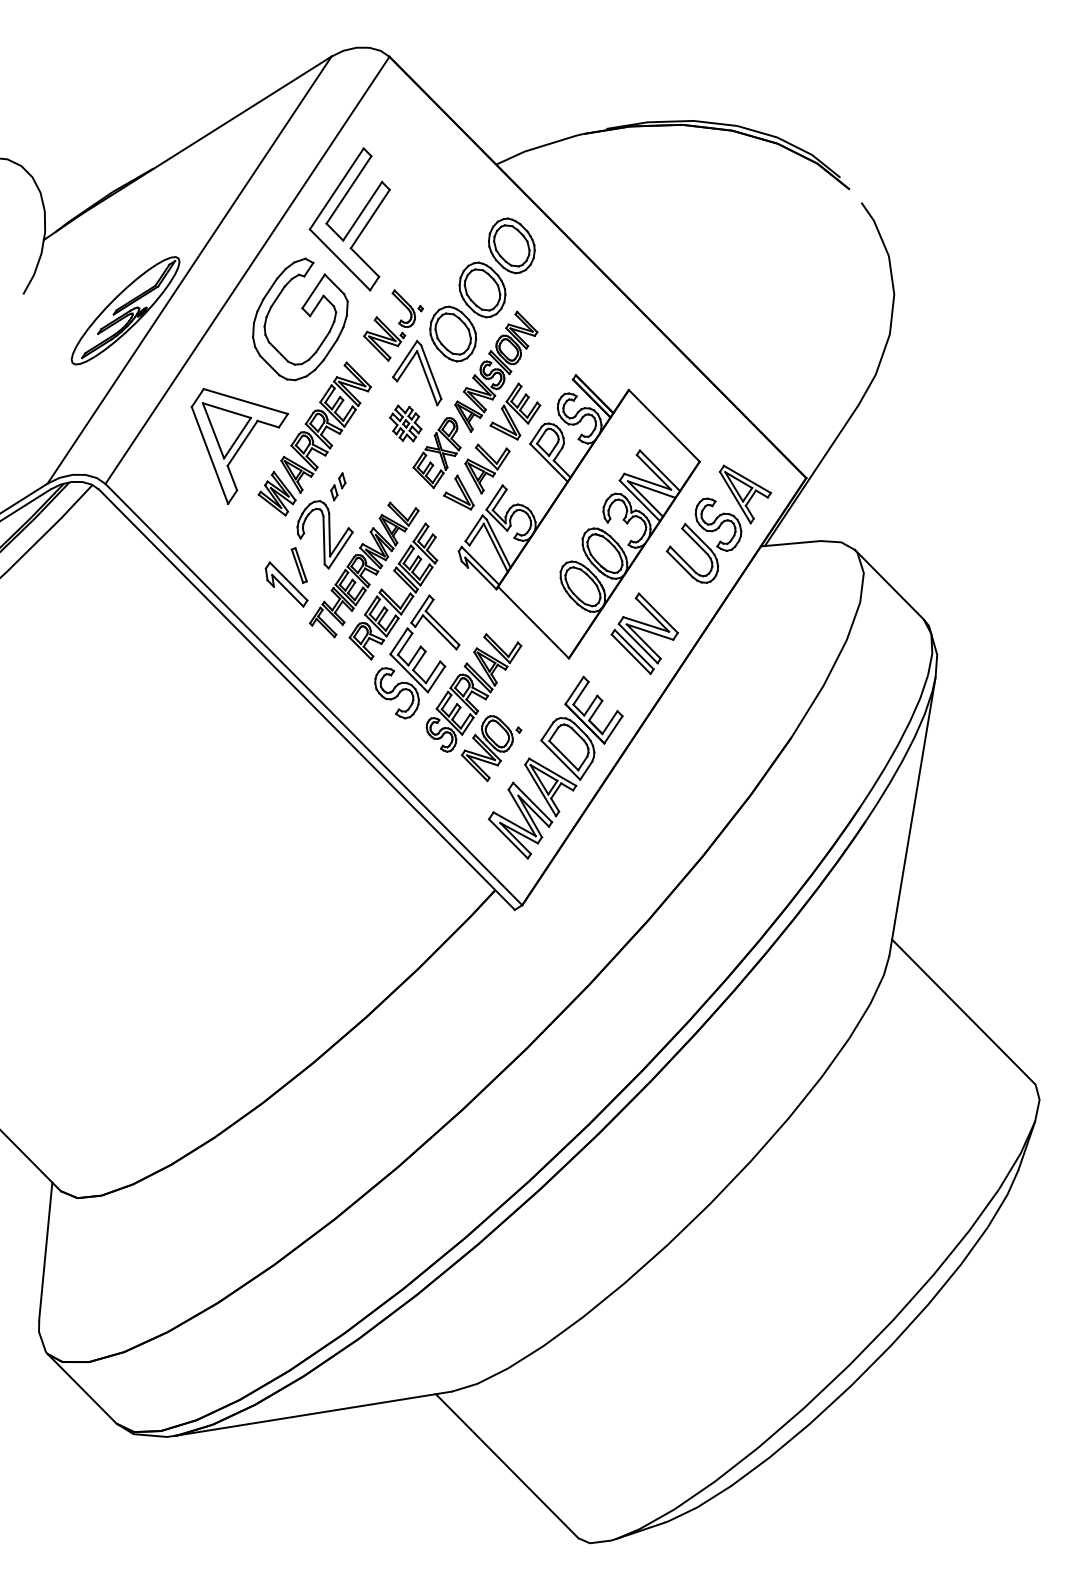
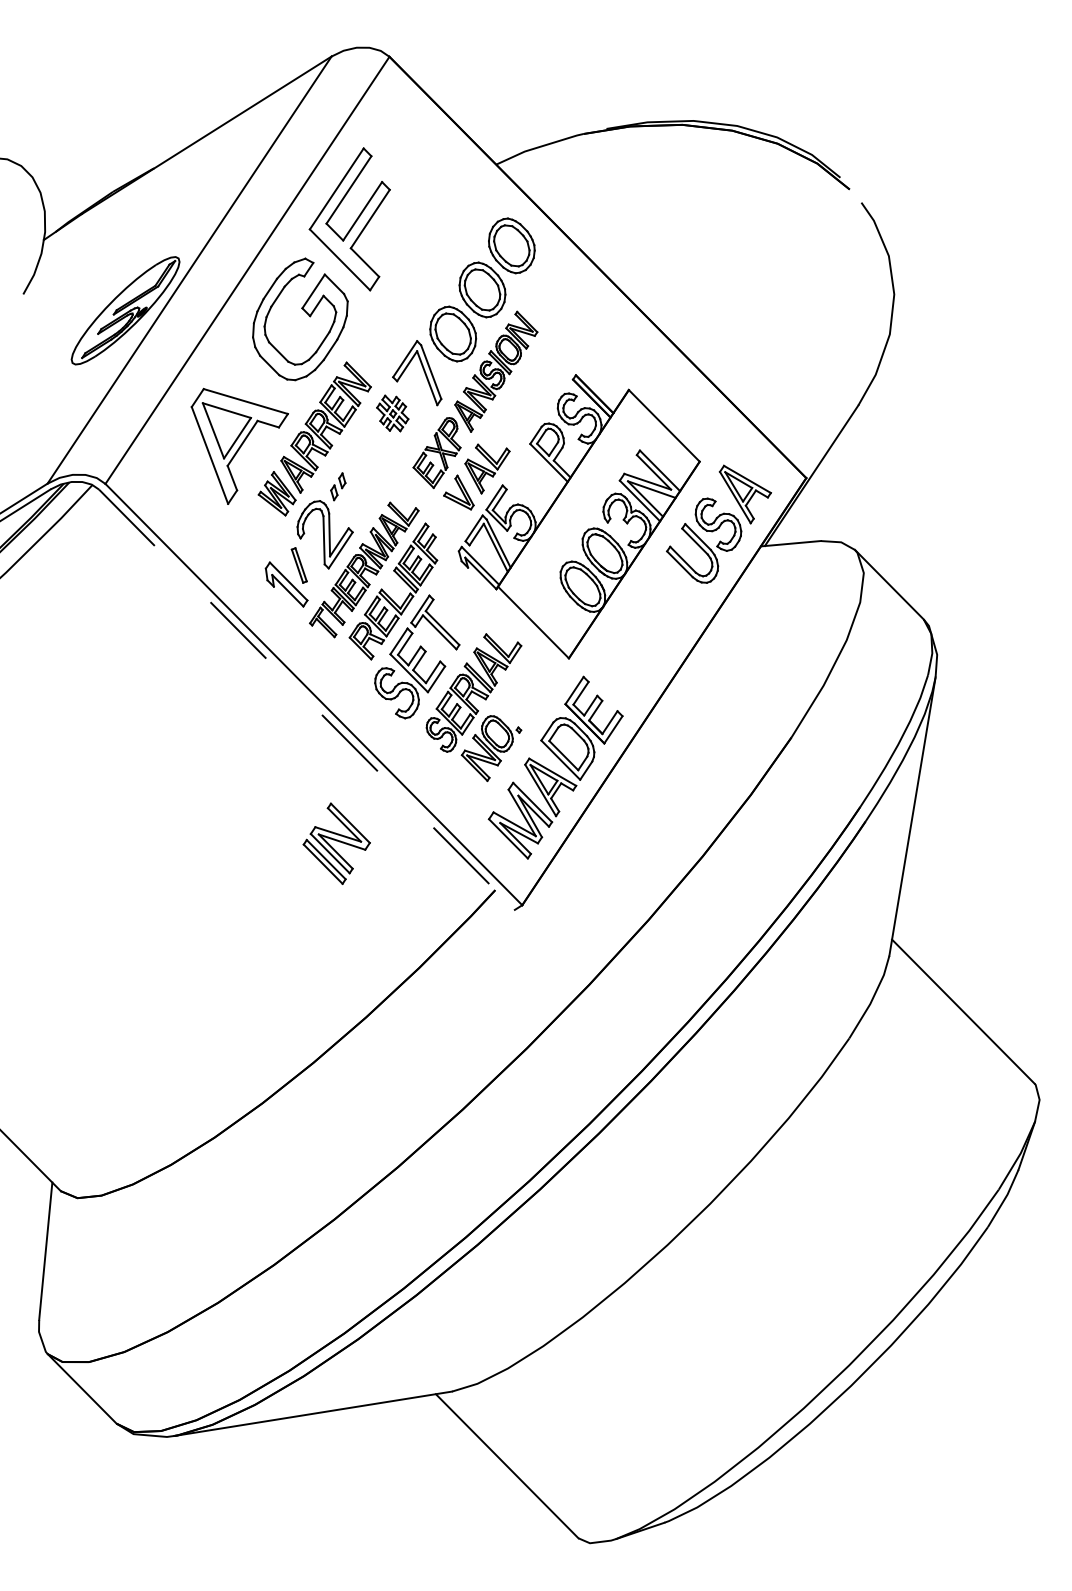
part at (393, 325): present -> none
part at (515, 411): present -> none
part at (405, 423) position: (405, 423) -> (392, 413)
part at (644, 633) position: (644, 633) -> (336, 843)
line at (306, 699): solid -> dashed
